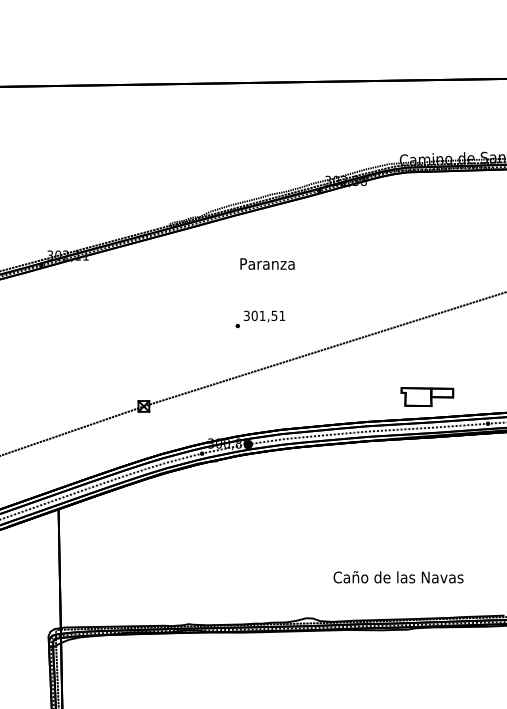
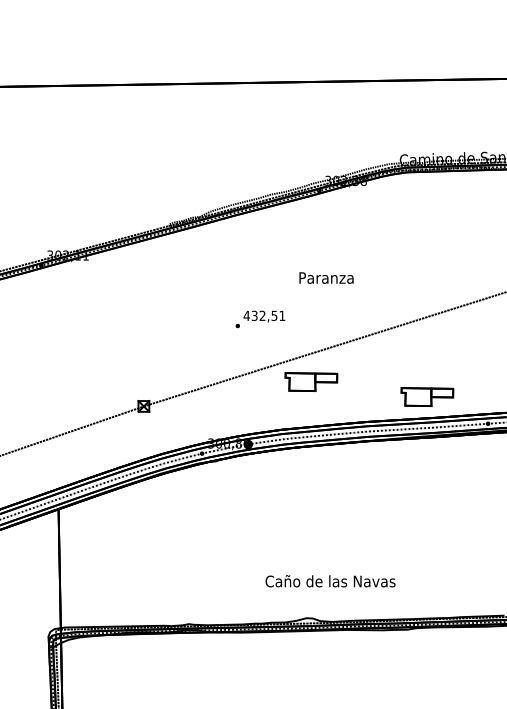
text at (267, 263) position: (267, 263) -> (326, 277)
text at (254, 315): 301,51 -> 432,51
part at (311, 381): none -> present
text at (398, 577) position: (398, 577) -> (330, 581)
